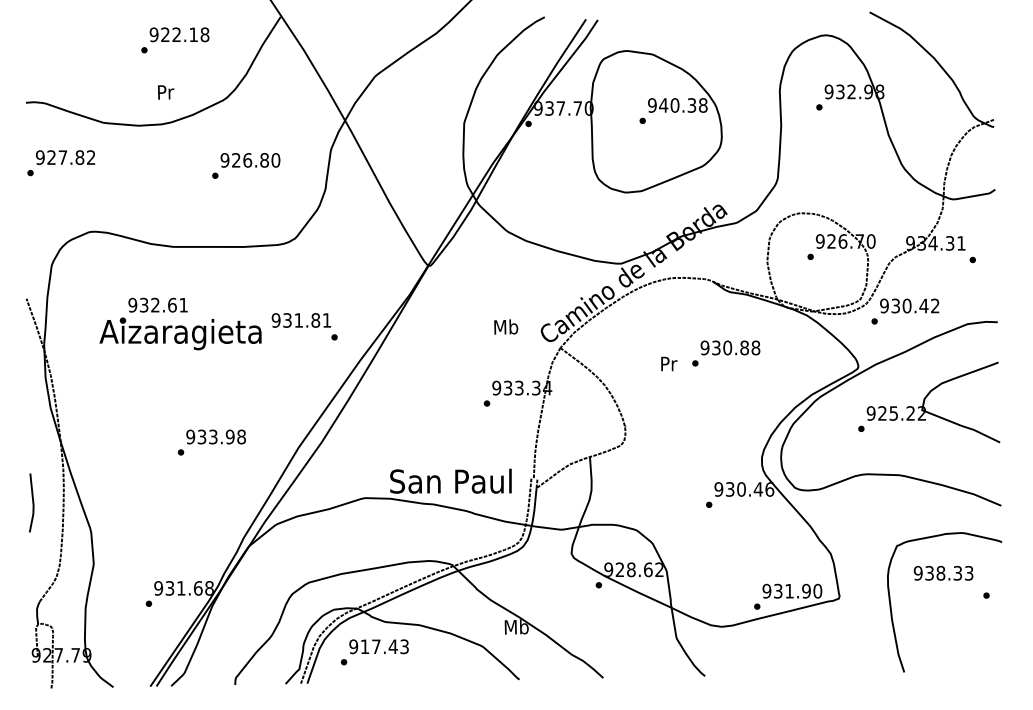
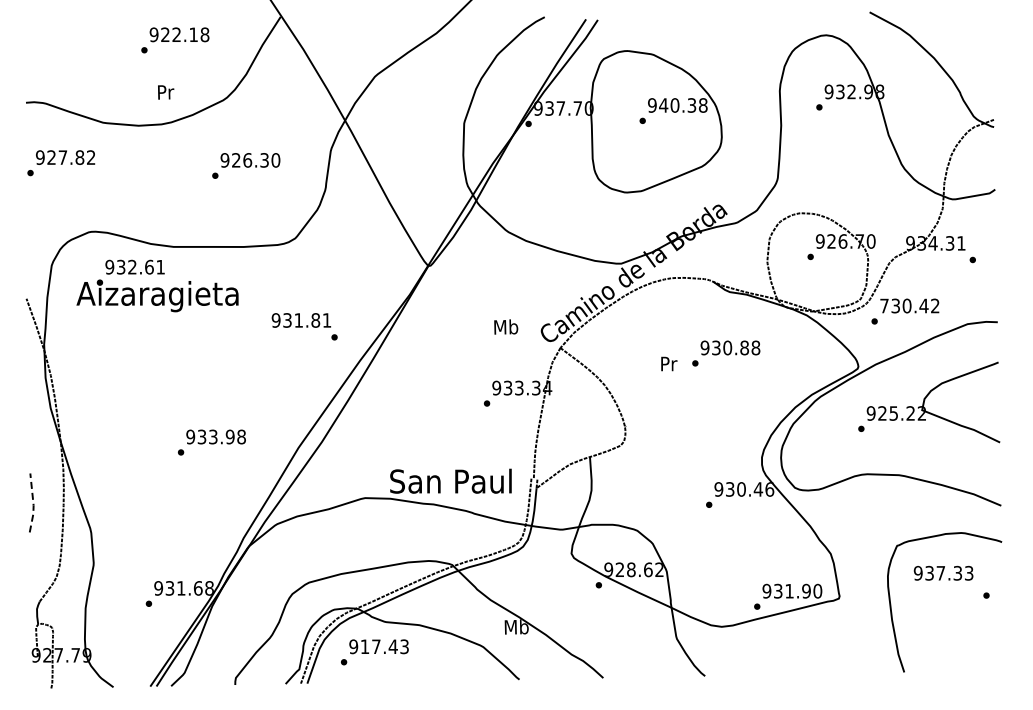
text at (264, 160): 926.80 -> 926.30
text at (884, 305): 930.42 -> 730.42
text at (180, 323) position: (180, 323) -> (157, 285)
line at (33, 503): solid -> dashed
text at (940, 572): 938.33 -> 937.33
